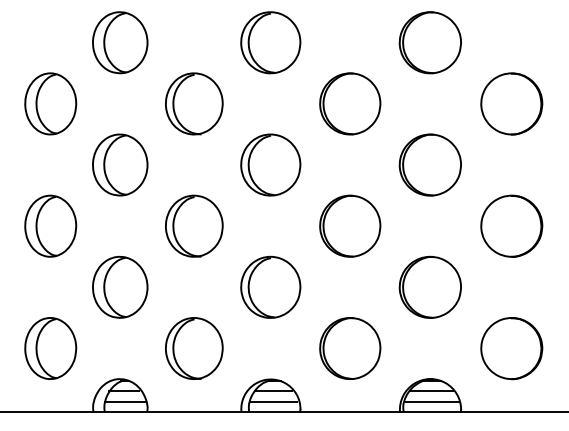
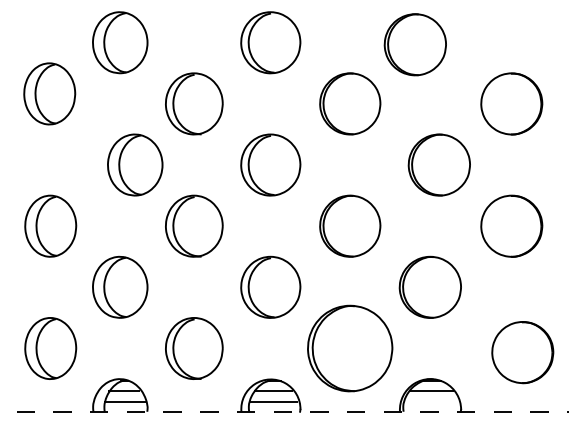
part at (429, 42) position: (429, 42) -> (414, 44)
part at (50, 103) position: (50, 103) -> (49, 93)
part at (120, 164) position: (120, 164) -> (135, 164)
part at (429, 164) position: (429, 164) -> (438, 164)
part at (350, 348) size: 63x63 px -> 87x89 px
part at (511, 348) position: (511, 348) -> (522, 352)
line at (431, 401): present -> none
line at (284, 411): solid -> dashed
